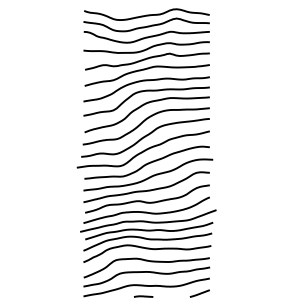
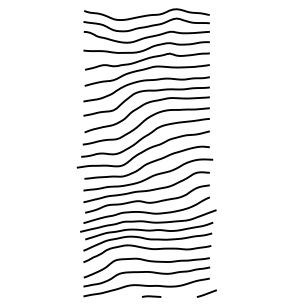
line at (199, 293) position: (199, 293) -> (206, 293)
line at (143, 296) position: (143, 296) -> (151, 296)
